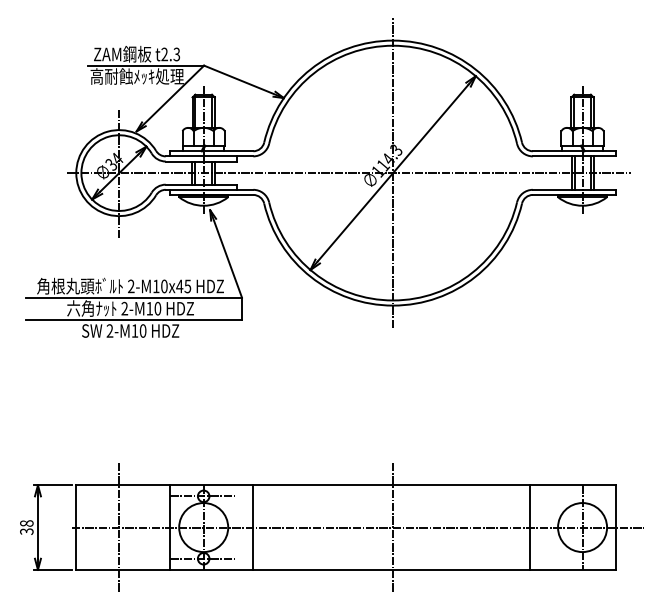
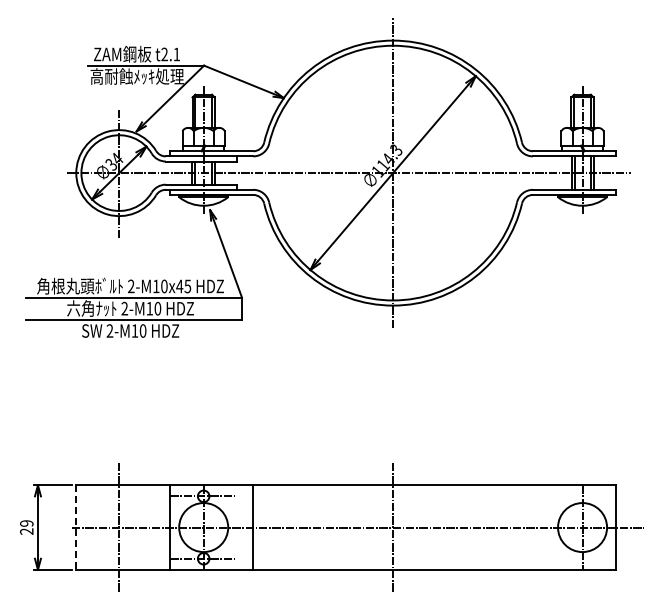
text at (176, 54): t2.3 -> t2.1
text at (26, 527): 38 -> 29
line at (529, 527): present -> none
line at (76, 528): solid -> dashed
